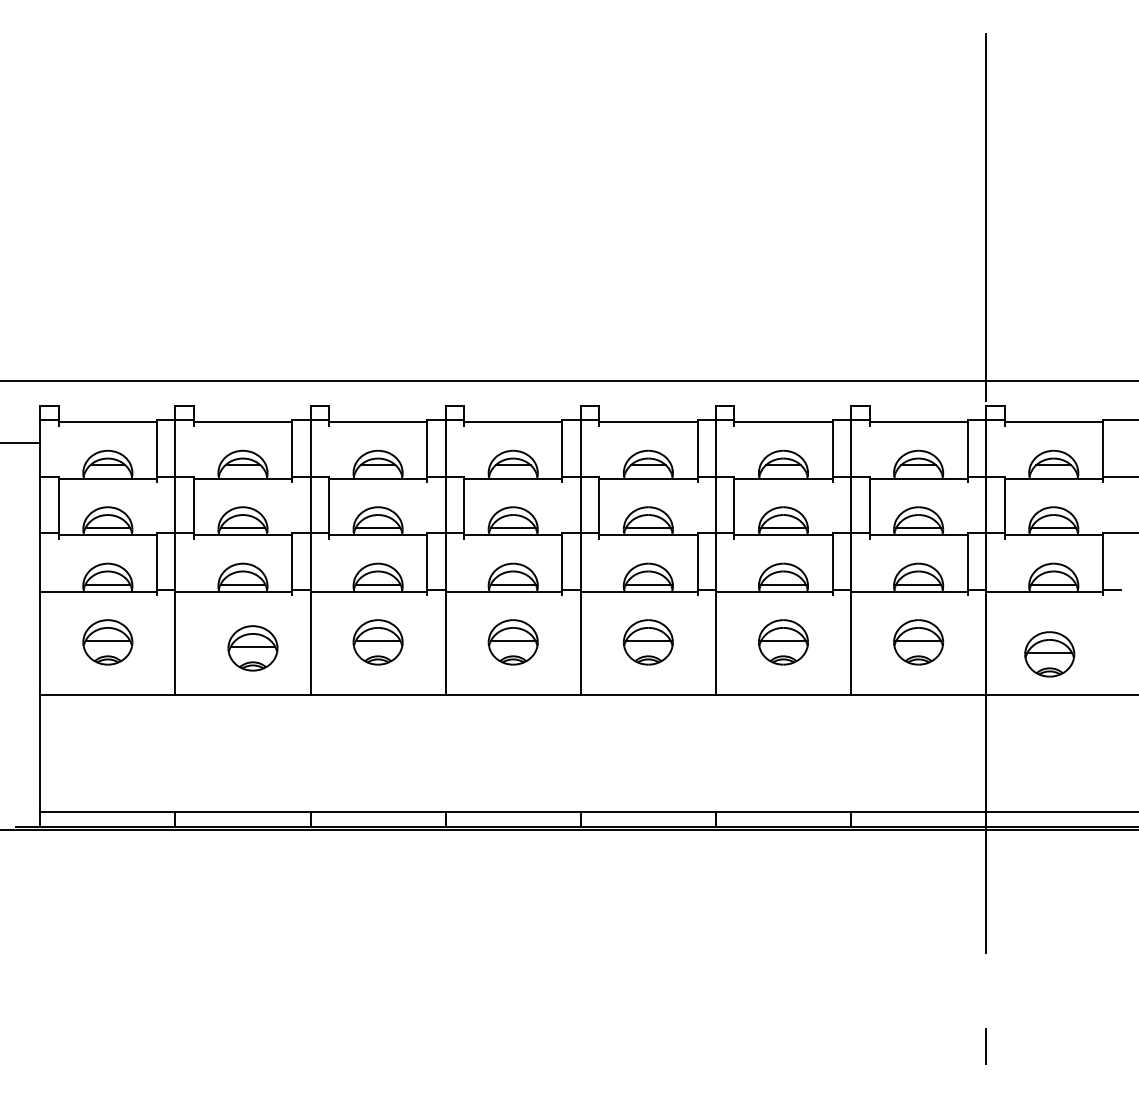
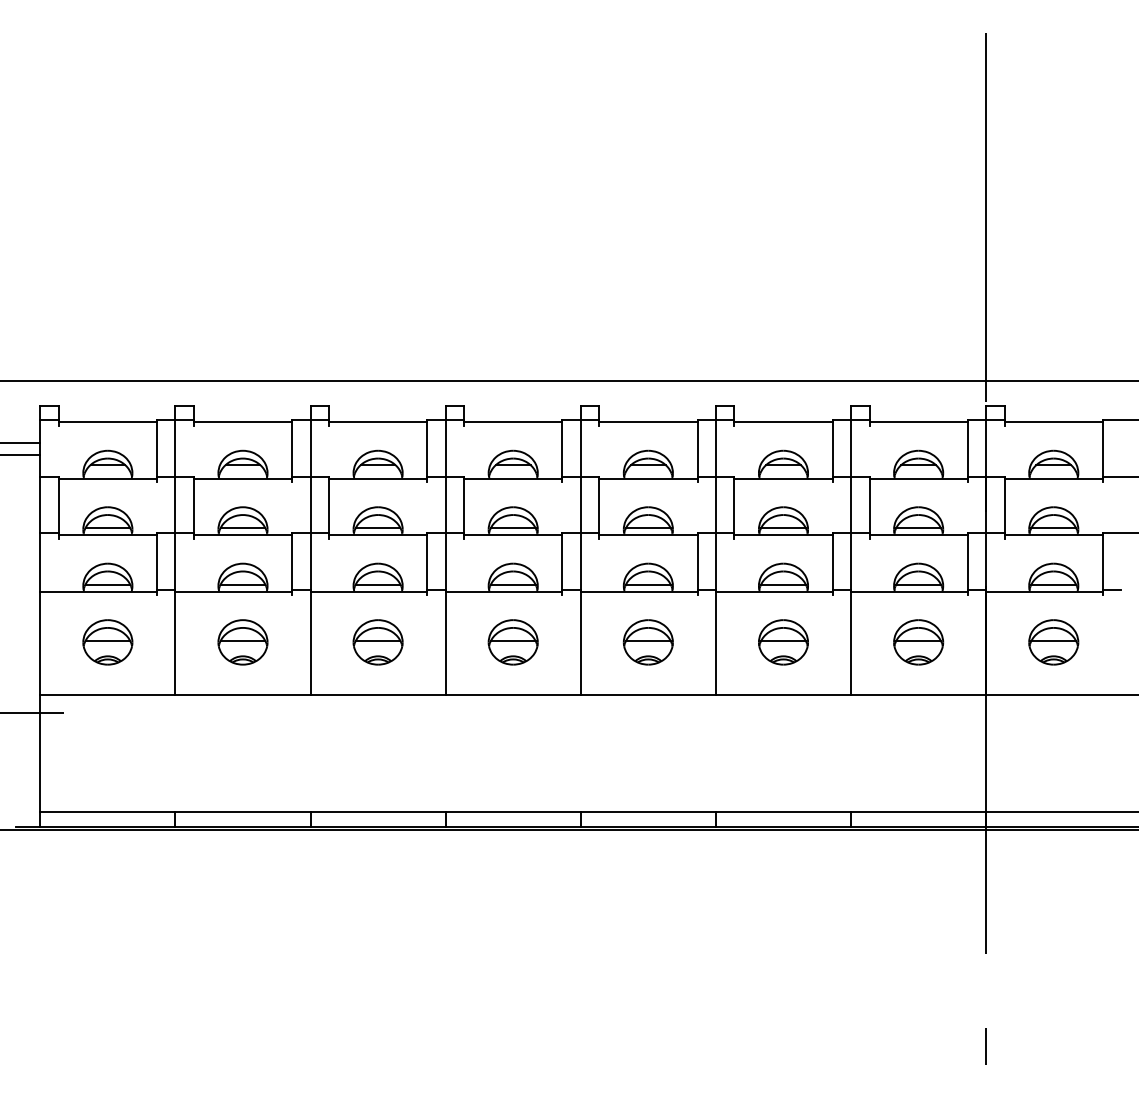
line at (21, 455): none -> present
part at (252, 648) position: (252, 648) -> (242, 642)
part at (1049, 654) position: (1049, 654) -> (1053, 642)
line at (33, 713): none -> present
